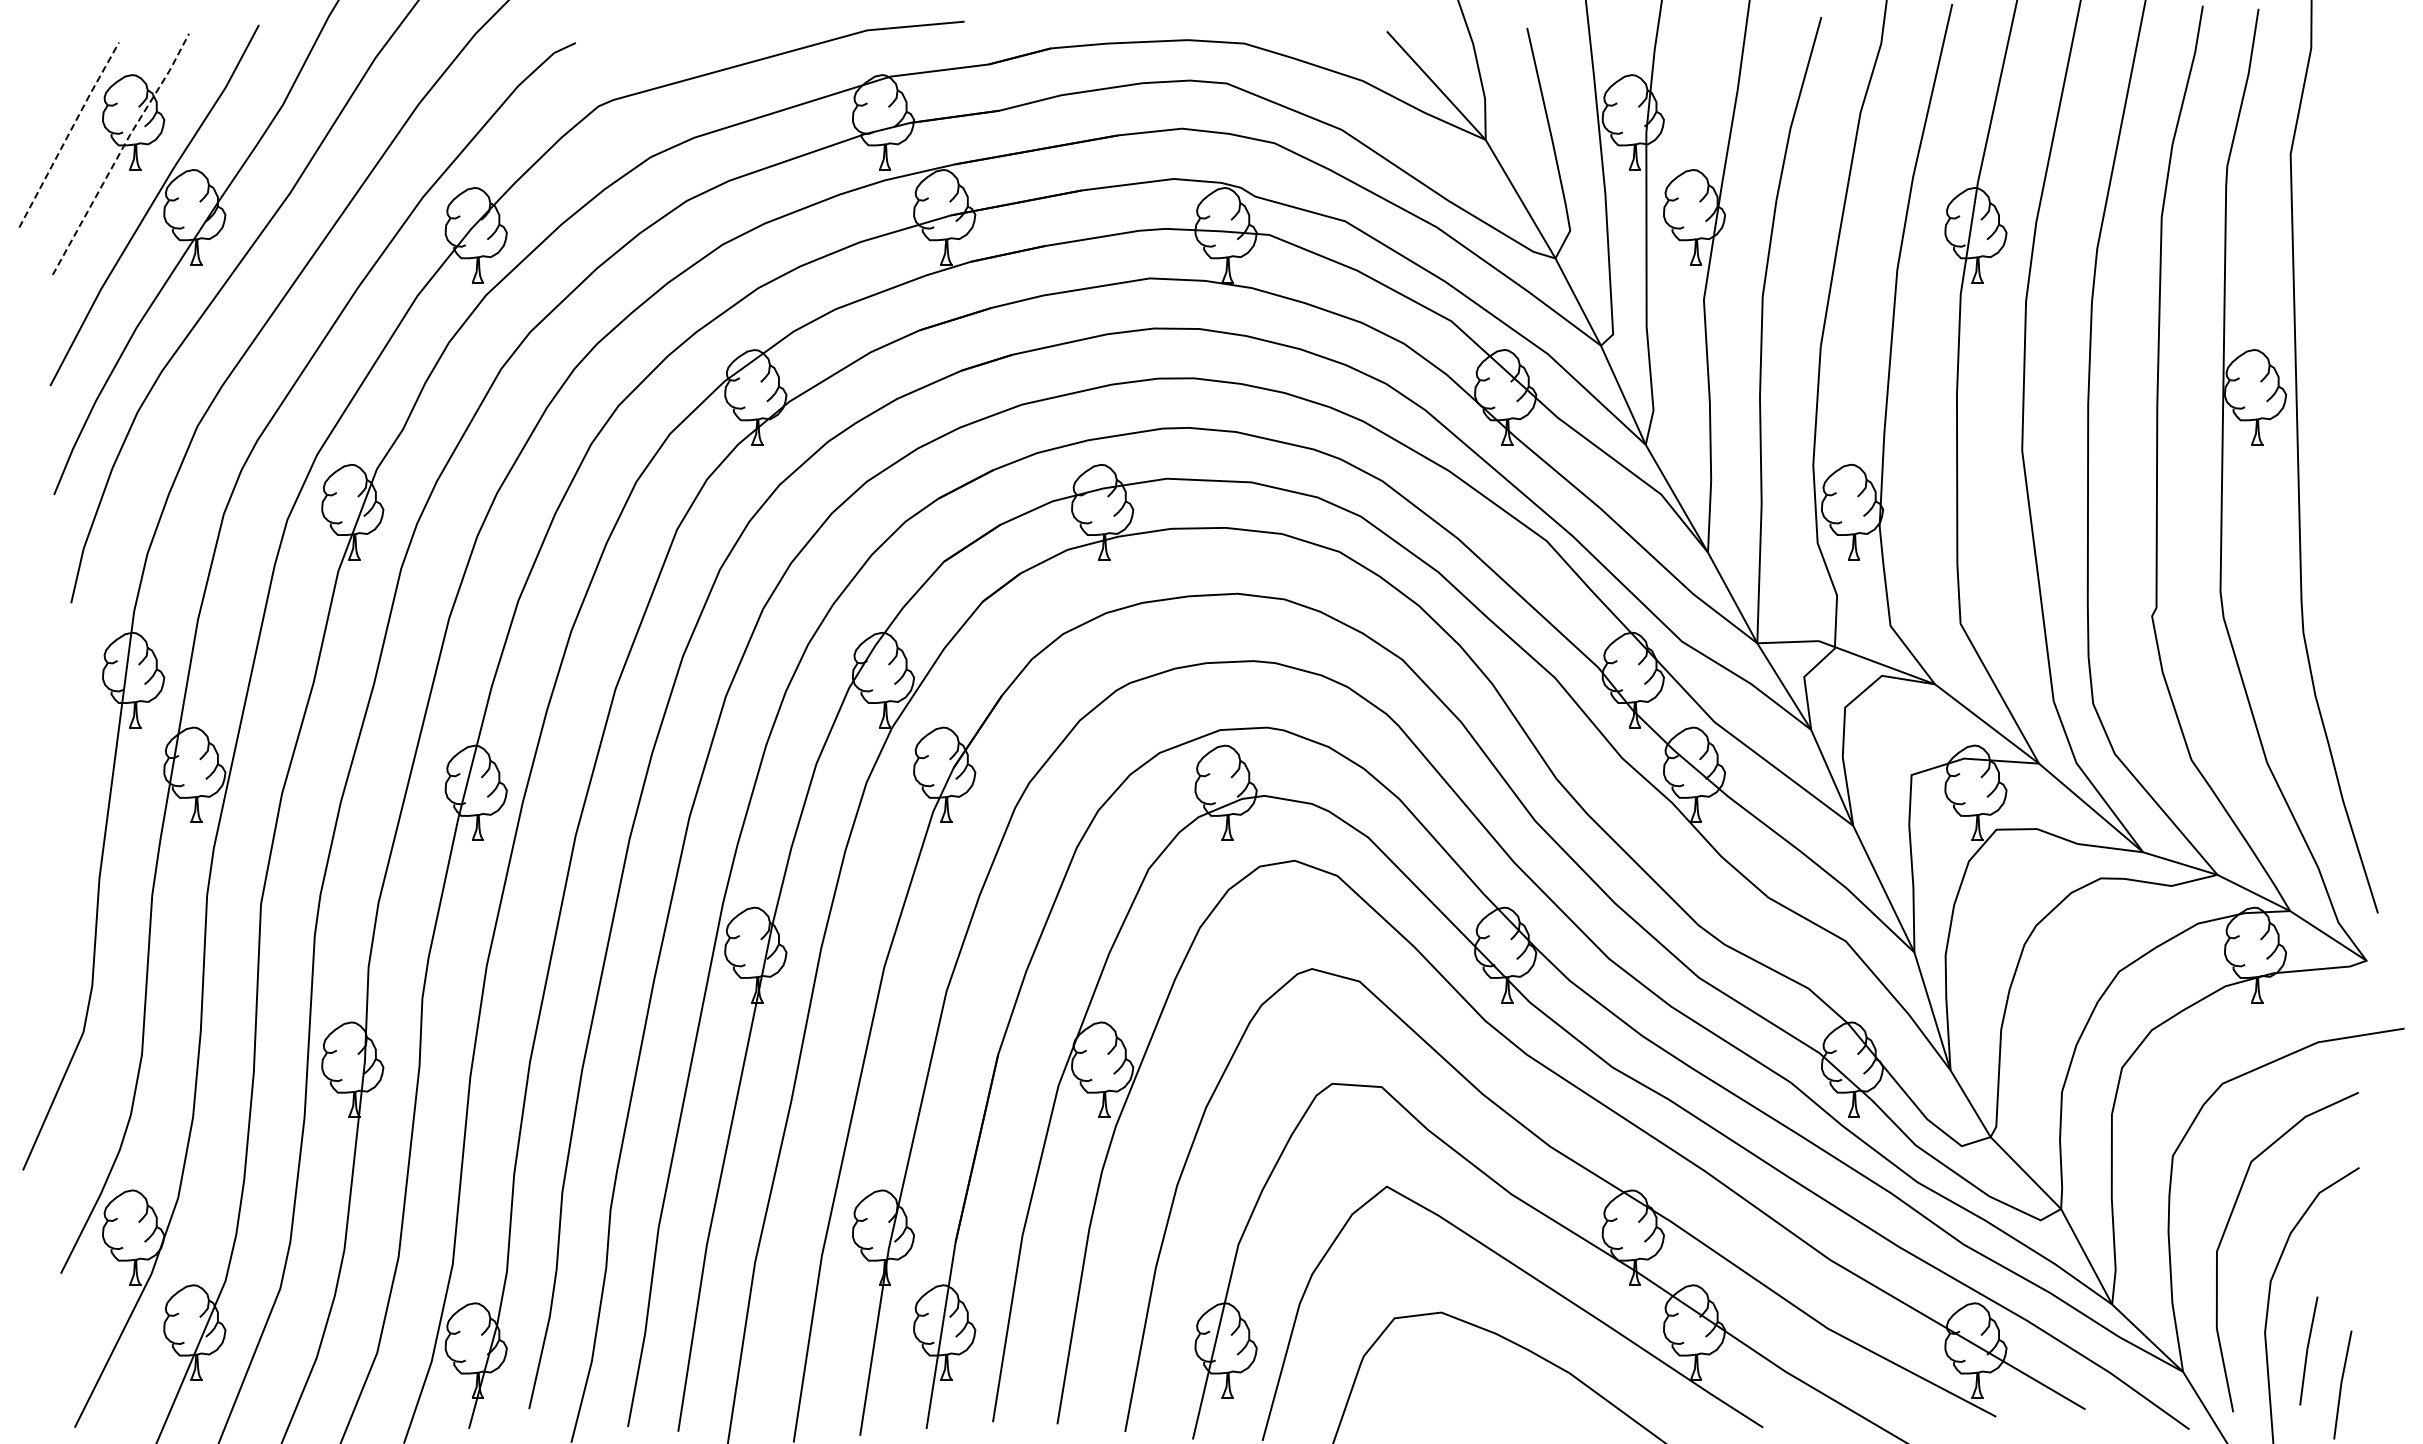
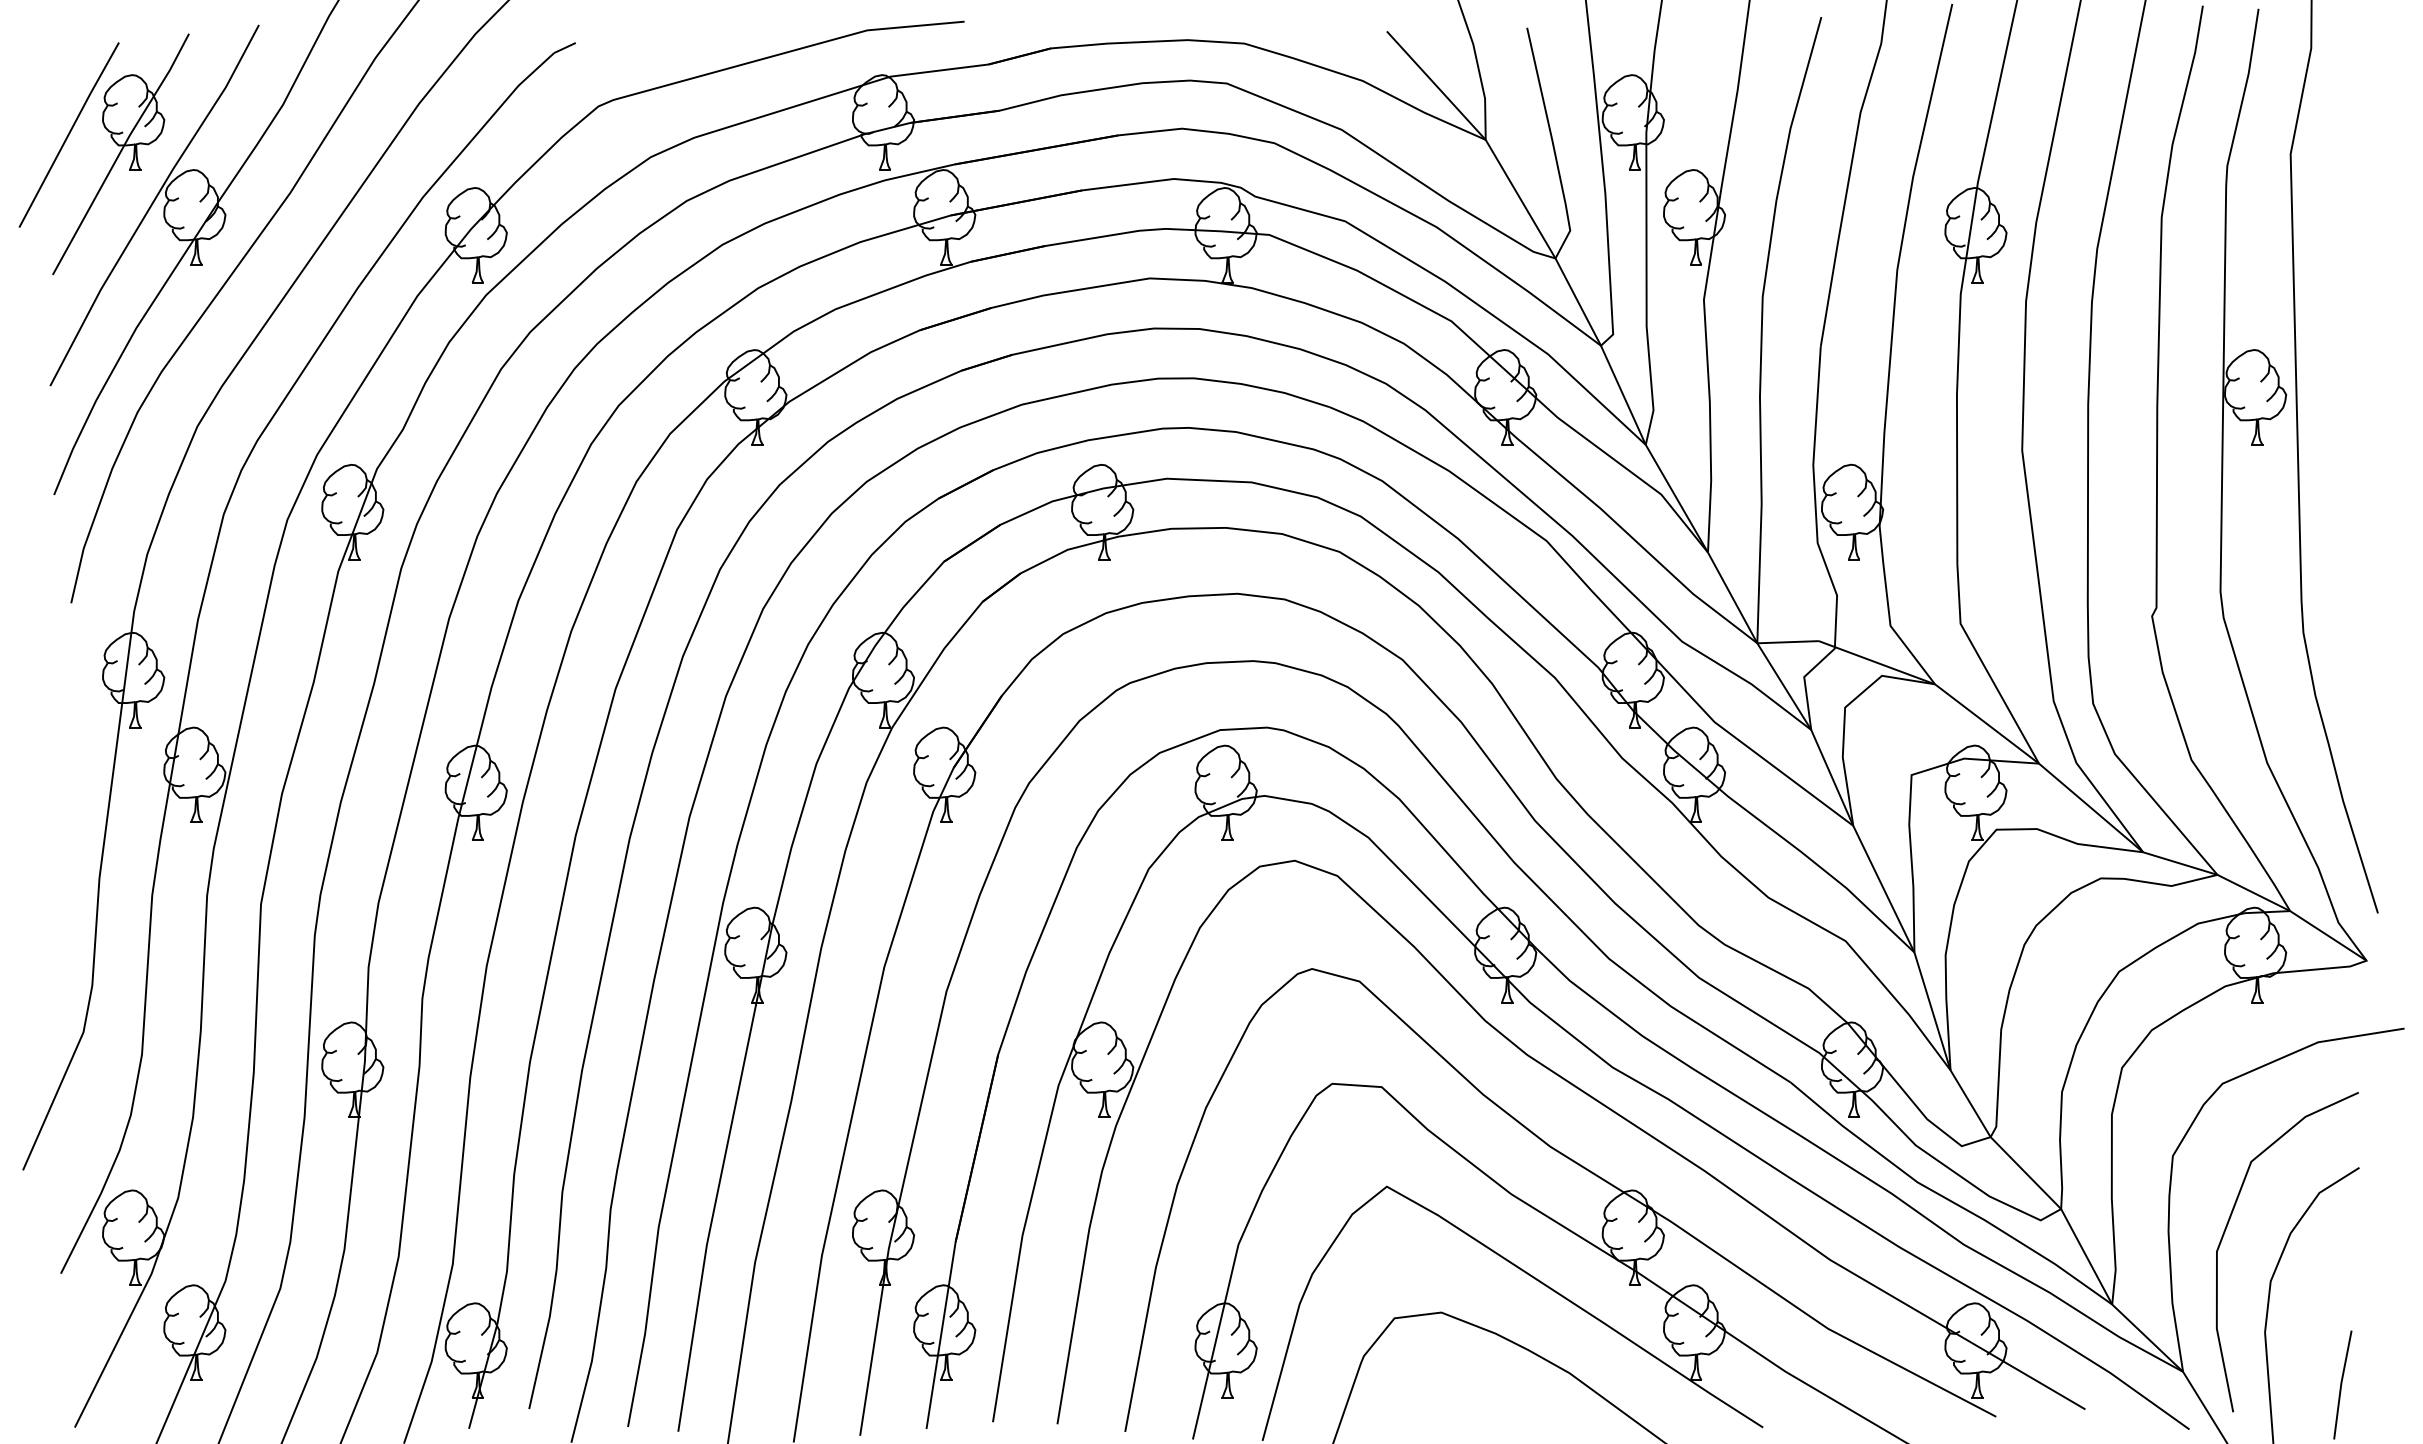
line at (68, 134): dashed -> solid
line at (120, 151): dashed -> solid
line at (2308, 1350): present -> none
